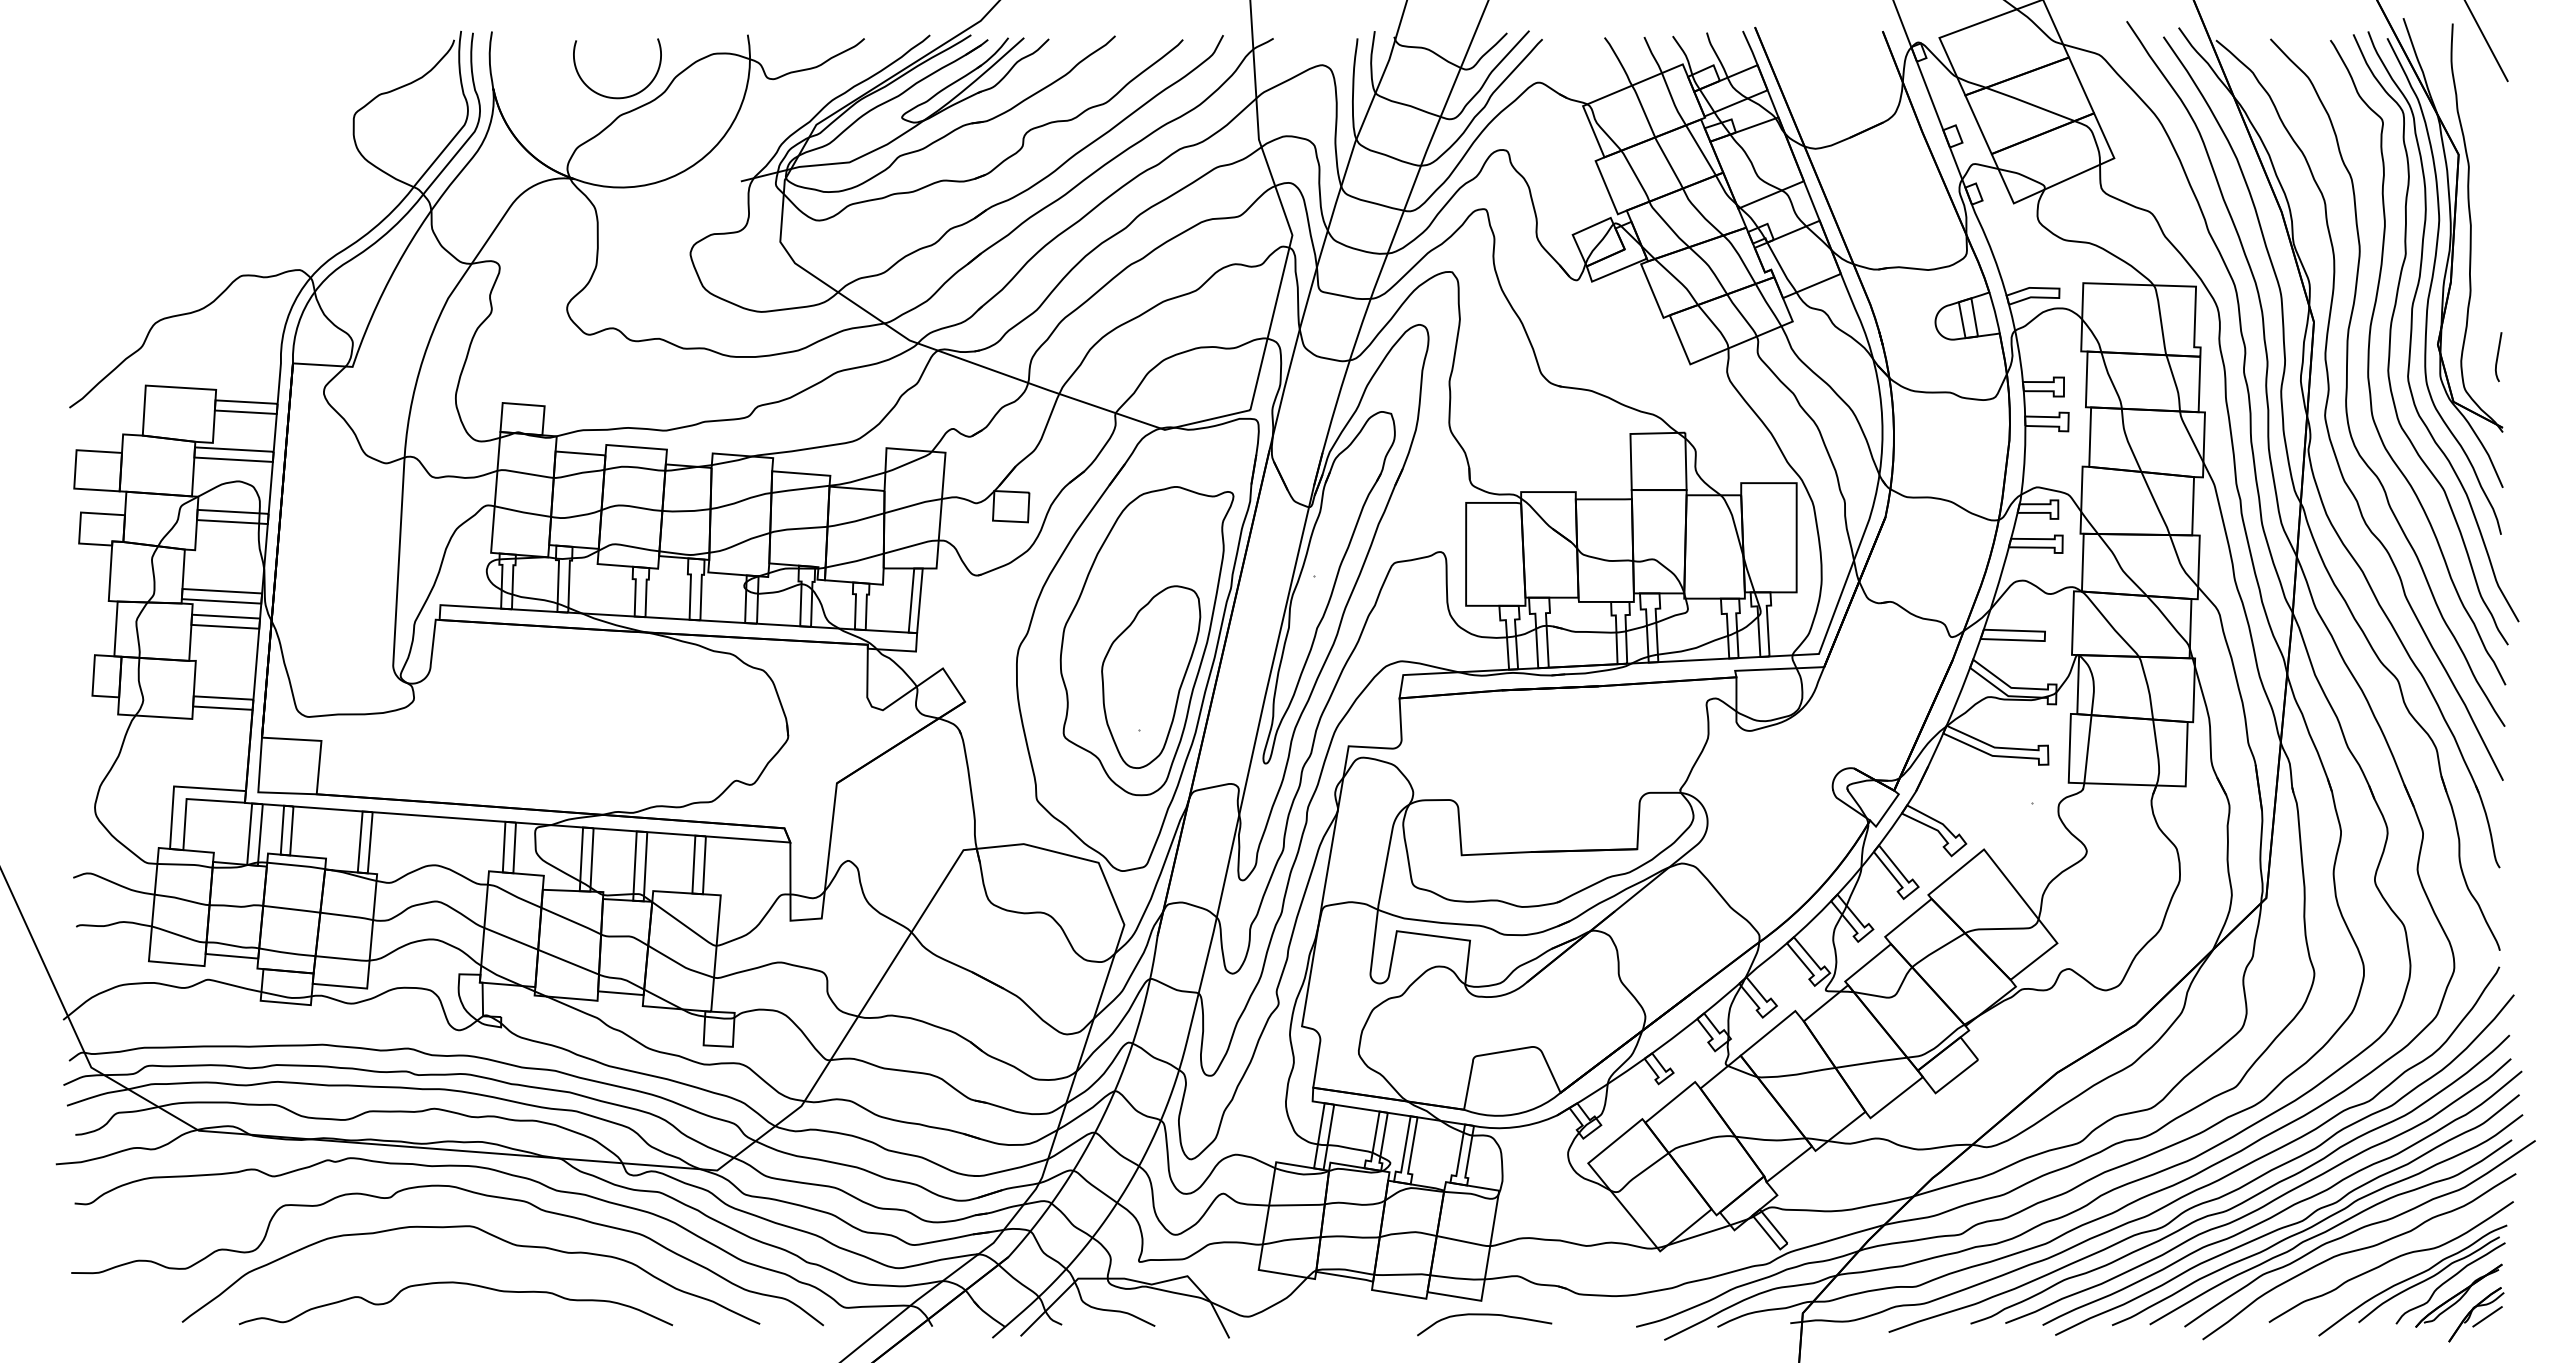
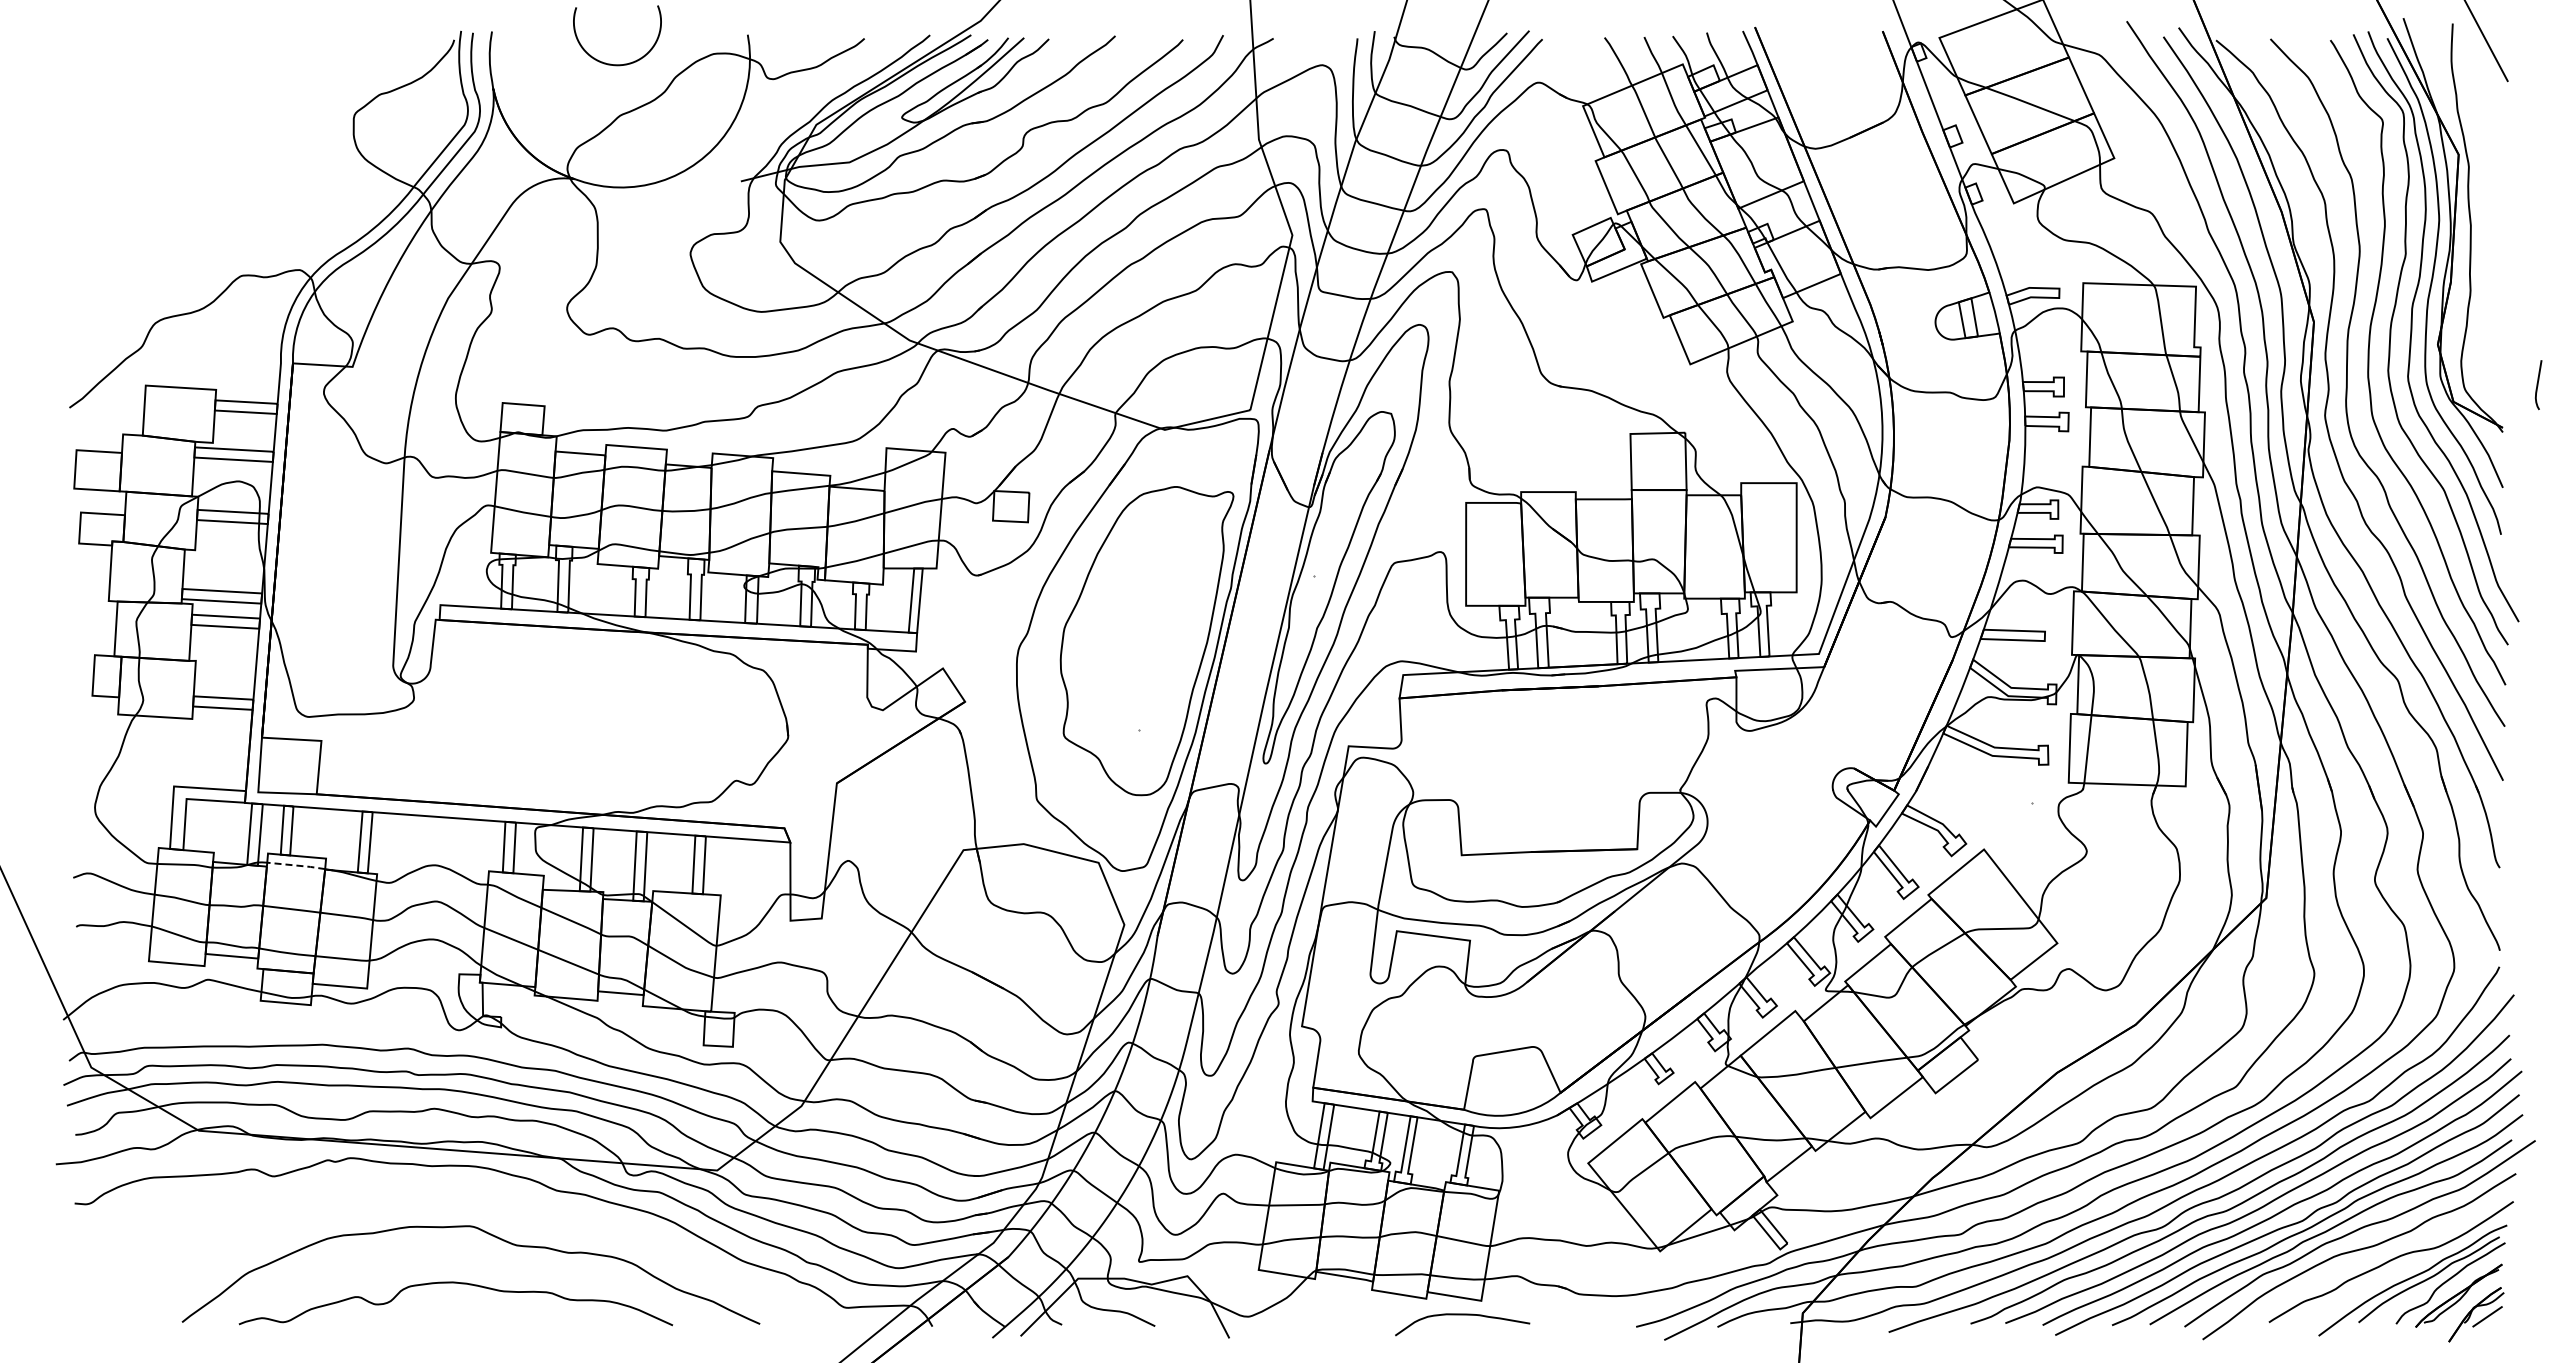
curve at (610, 96) position: (610, 96) -> (610, 63)
curve at (2498, 357) position: (2498, 357) -> (2538, 385)
part at (1151, 676): present -> none
line at (296, 865): solid -> dashed
curve at (462, 1190): present -> none
curve at (1484, 1315) position: (1484, 1315) -> (1462, 1315)
